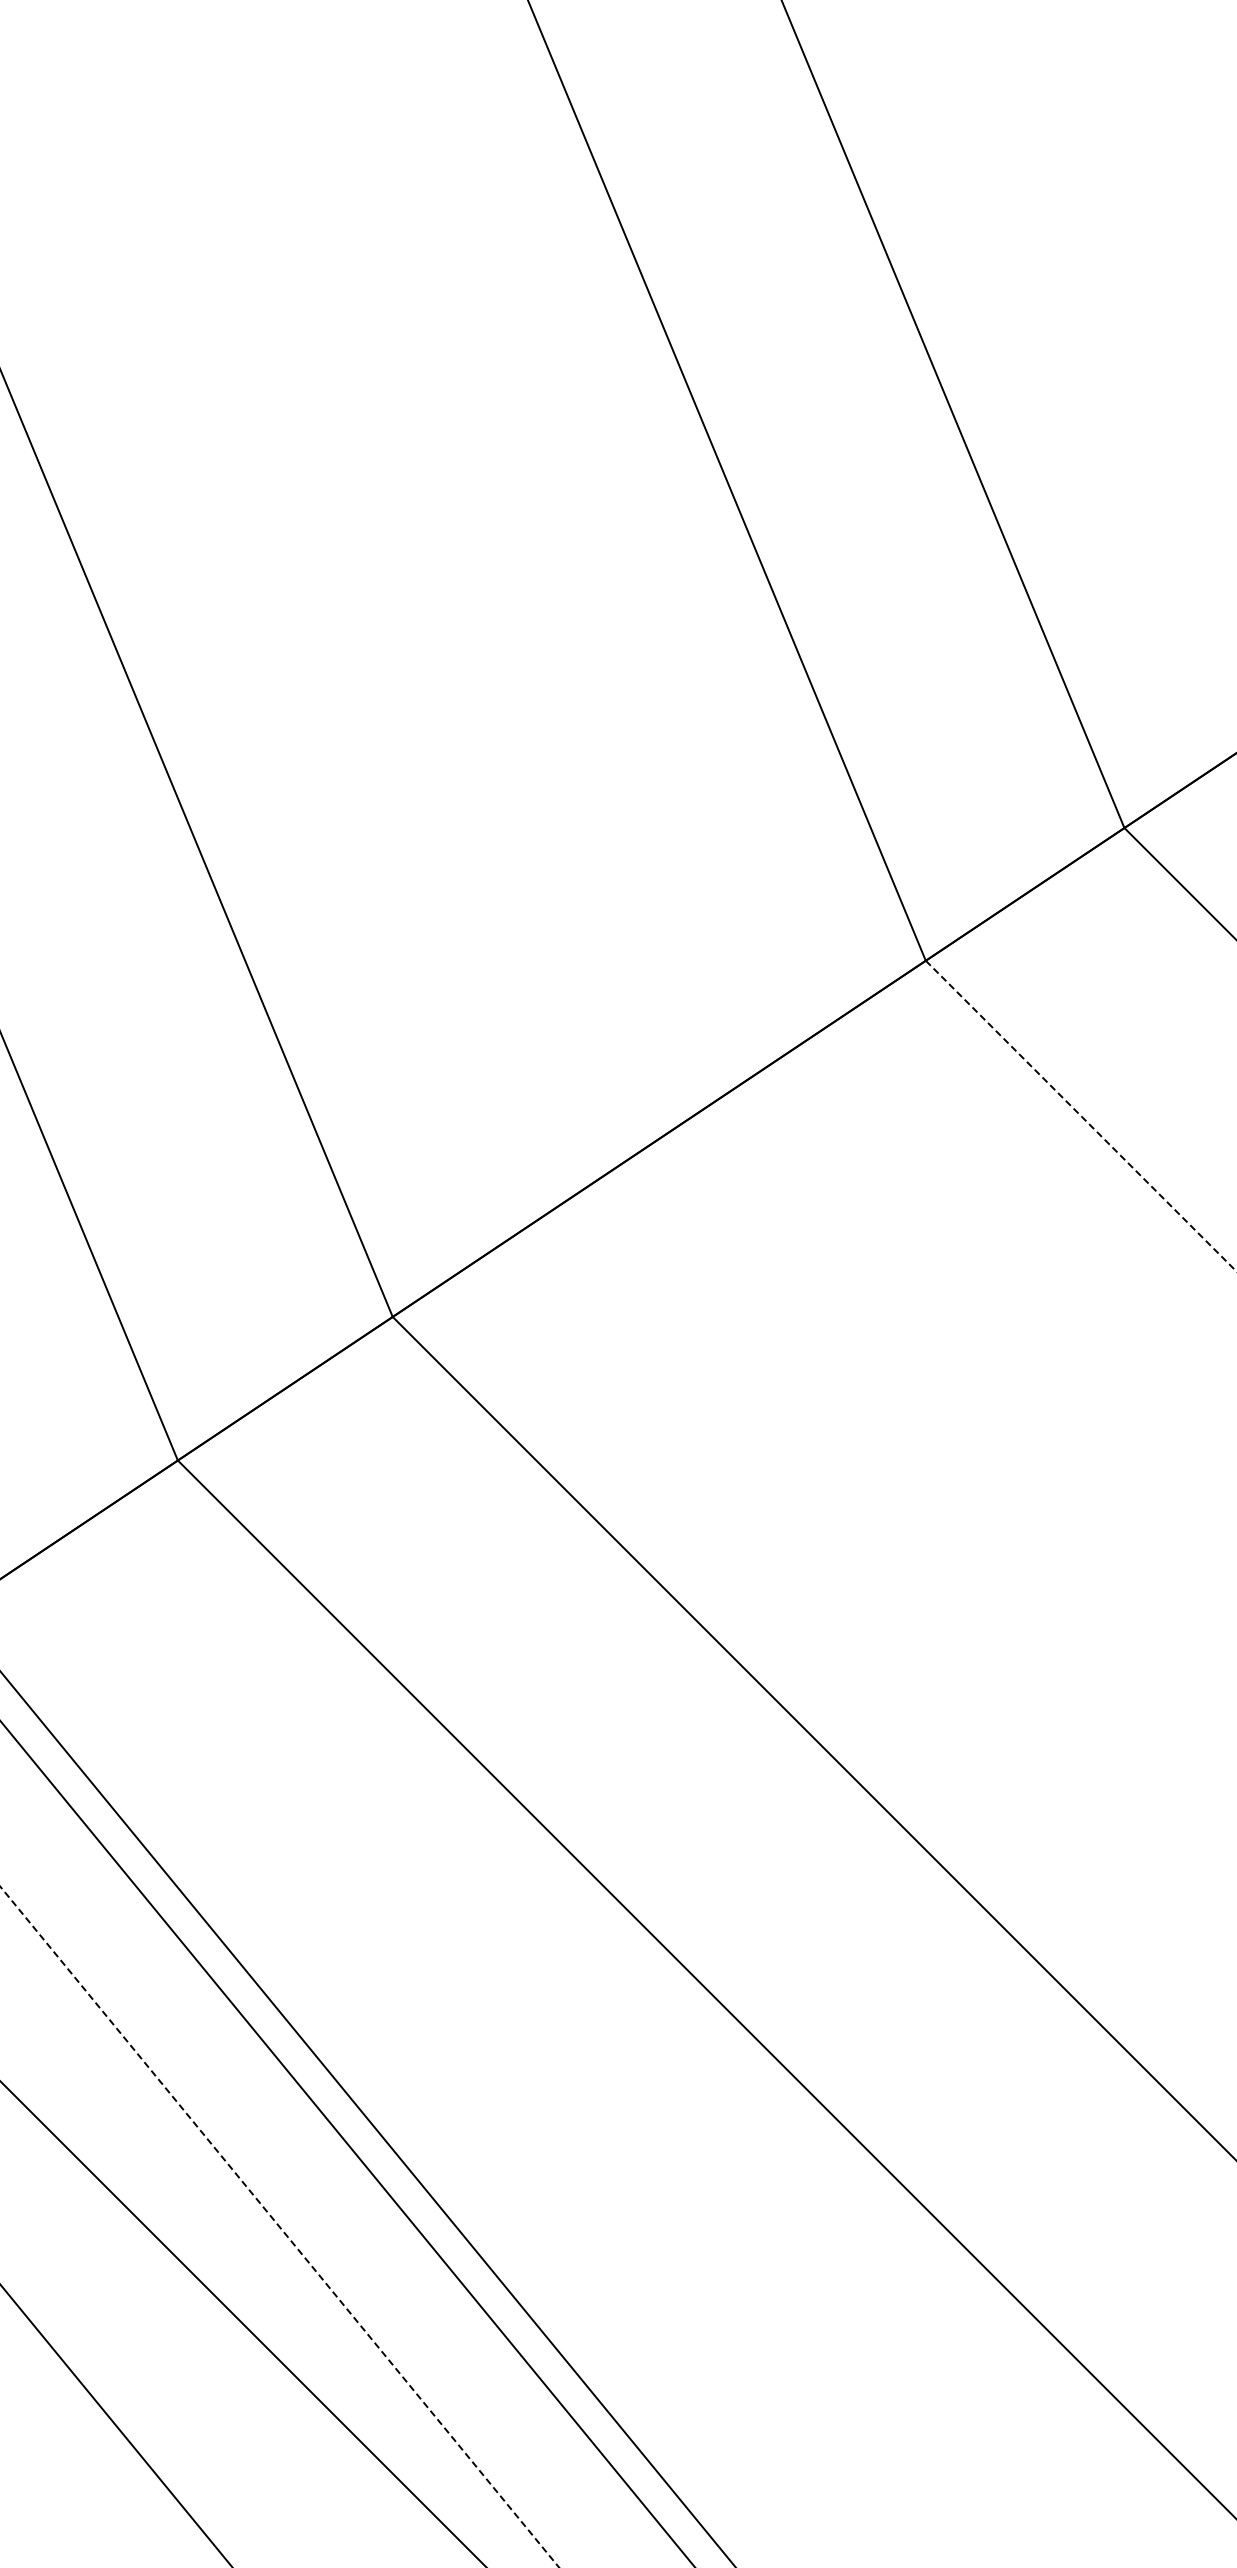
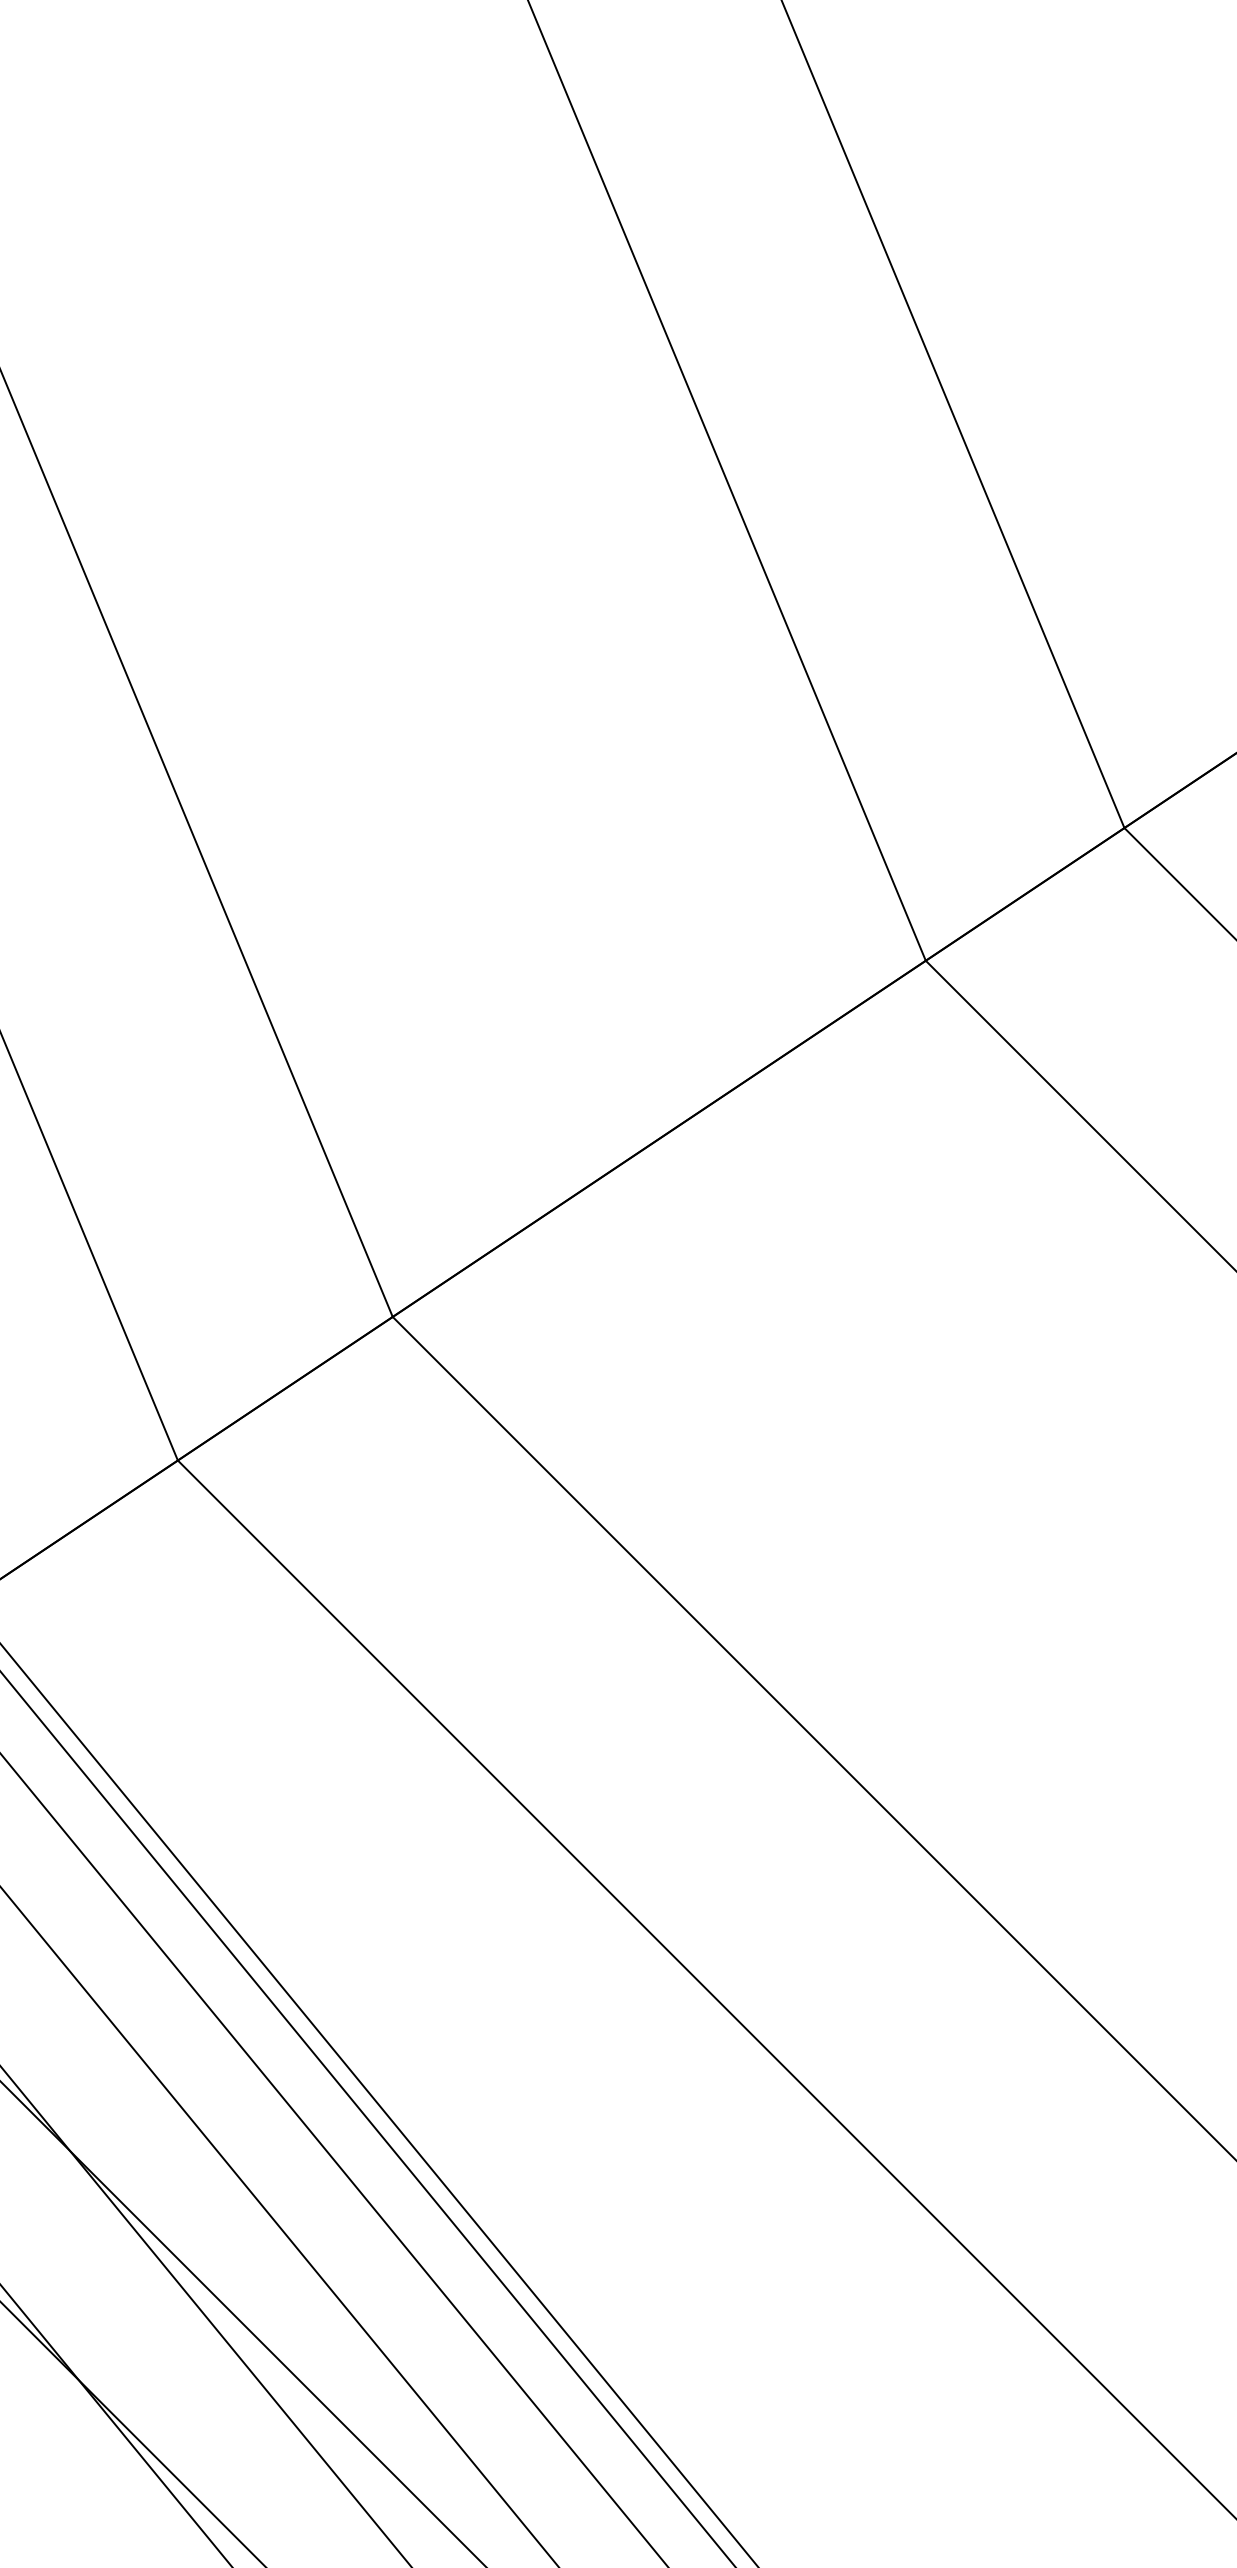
line at (1081, 1116): dashed -> solid
line at (379, 2105): none -> present
line at (347, 2143) position: (347, 2143) -> (334, 2160)
line at (280, 2227): dashed -> solid
line at (205, 2316): none -> present
line at (132, 2433): none -> present
